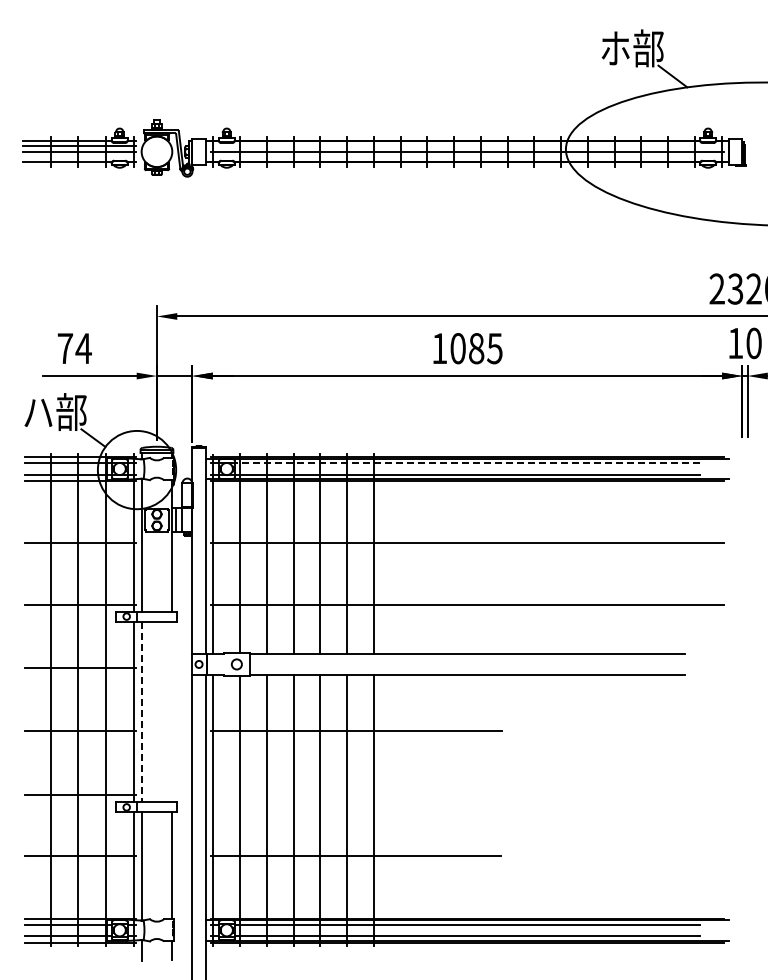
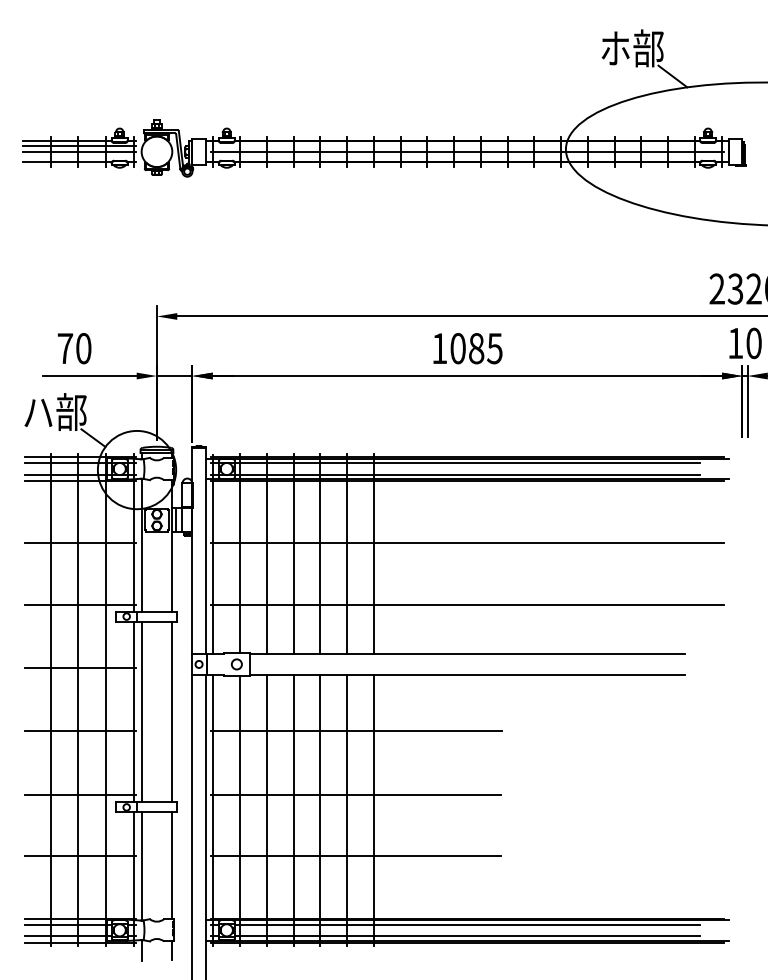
text at (83, 348): 74 -> 70
line at (467, 463): dashed -> solid
line at (172, 711): none -> present
line at (141, 712): dashed -> solid
line at (355, 794): none -> present
